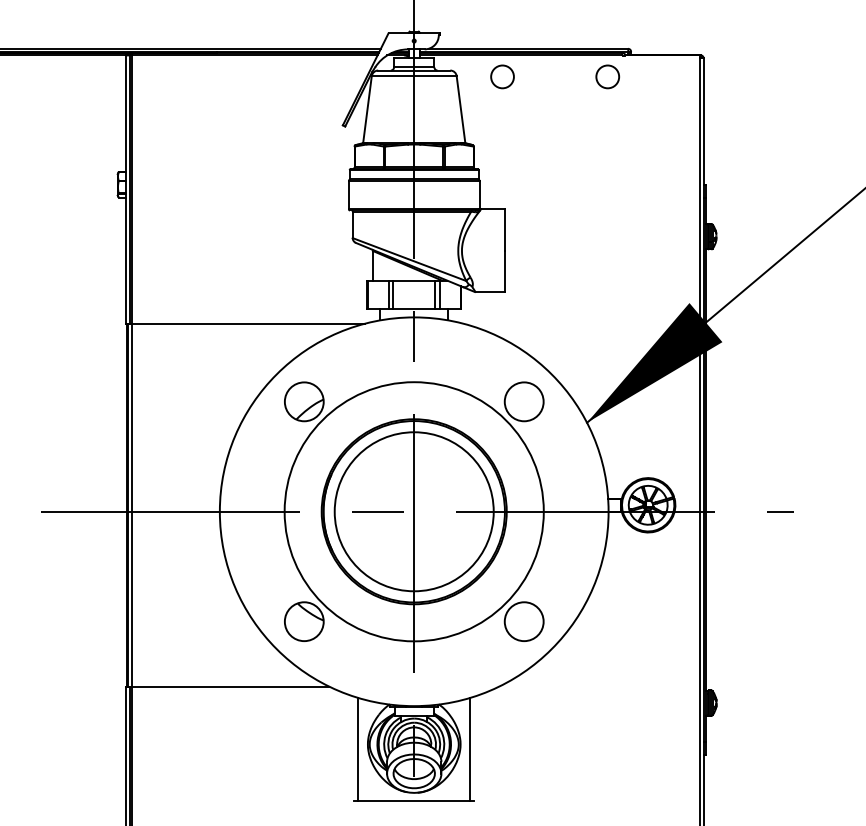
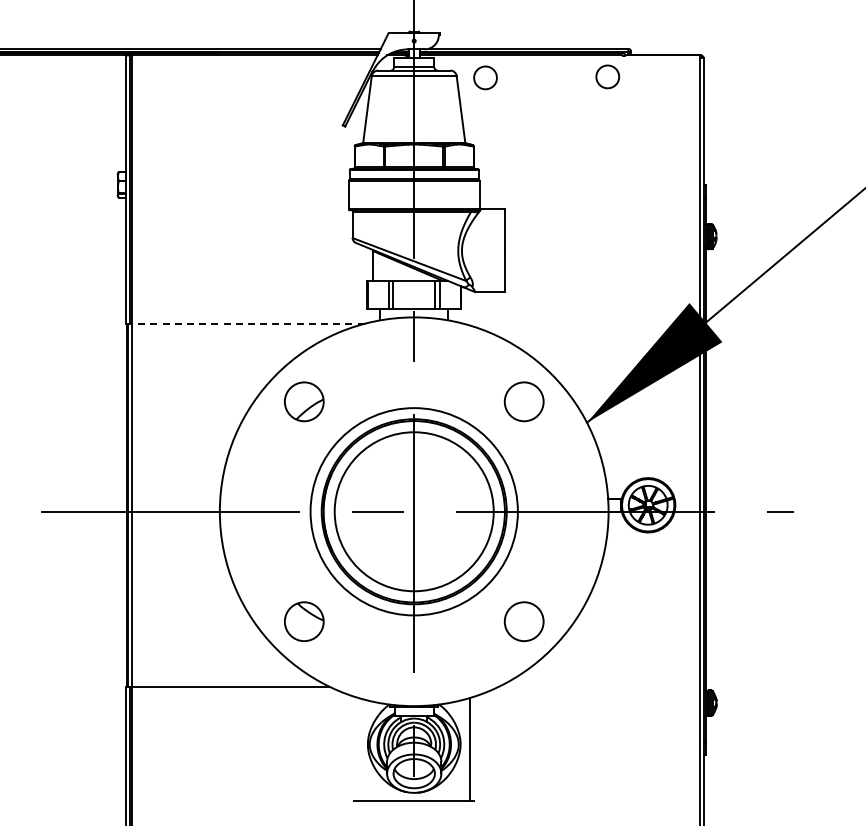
circle at (502, 76) position: (502, 76) -> (485, 77)
line at (246, 323): solid -> dashed
circle at (413, 511) diameter: 259 px -> 207 px
line at (358, 749): present -> none
